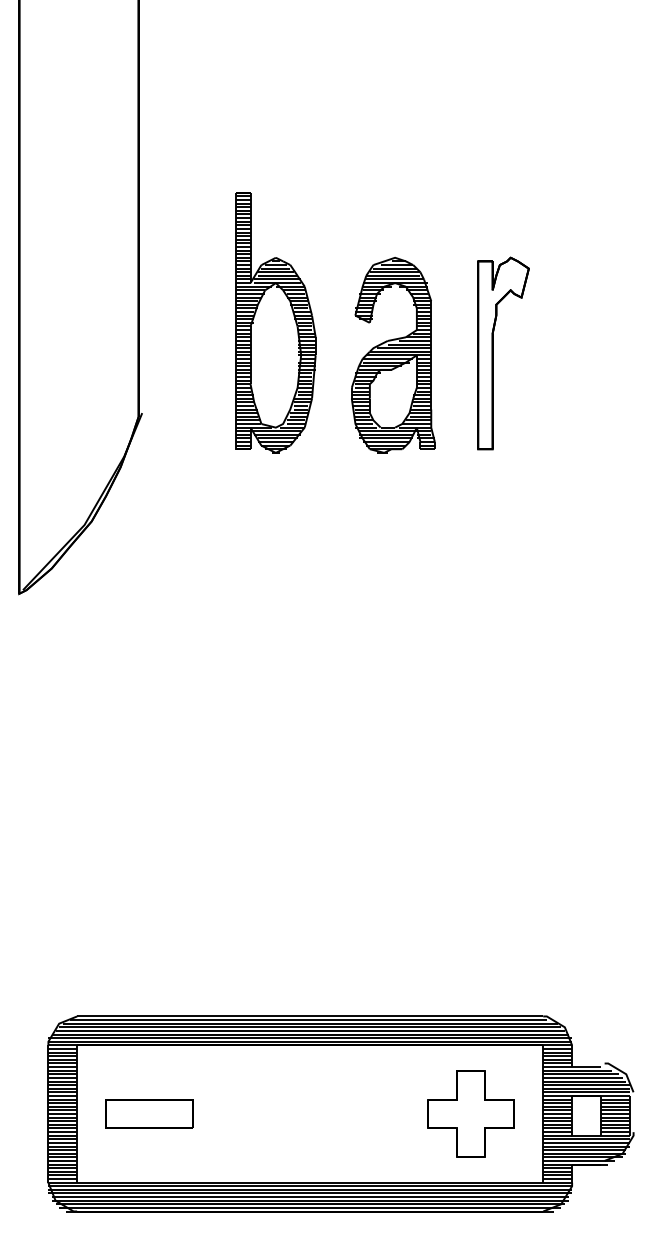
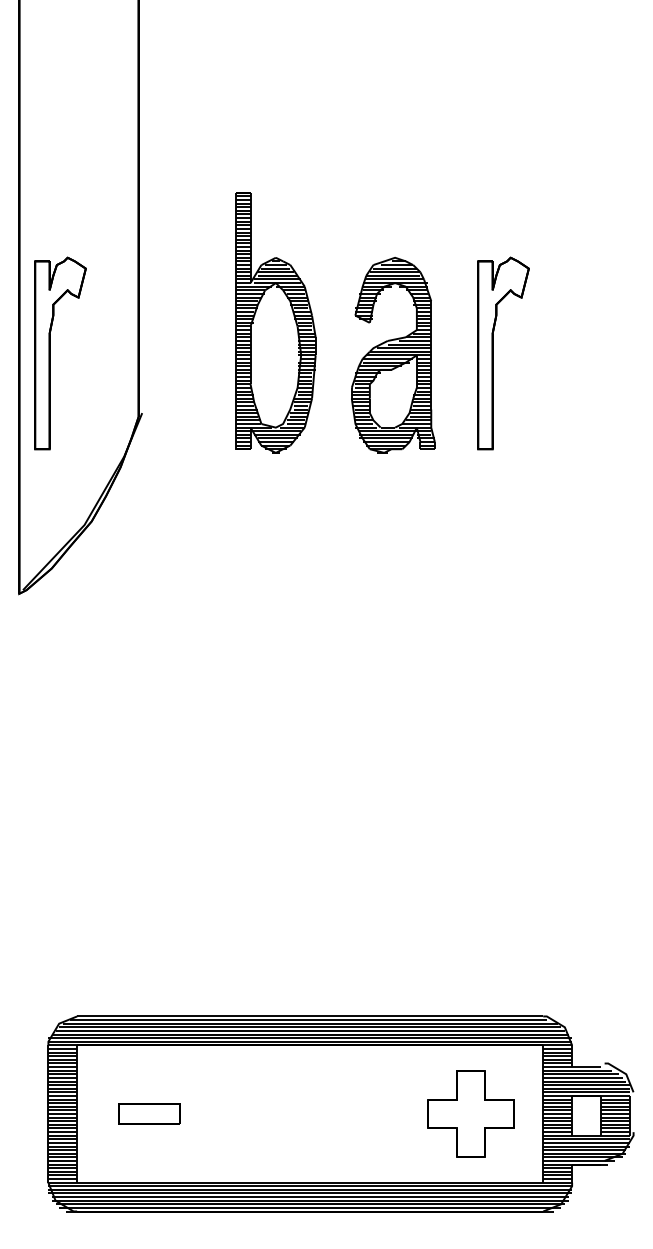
part at (50, 353): none -> present
part at (149, 1113) size: 89x30 px -> 63x22 px
